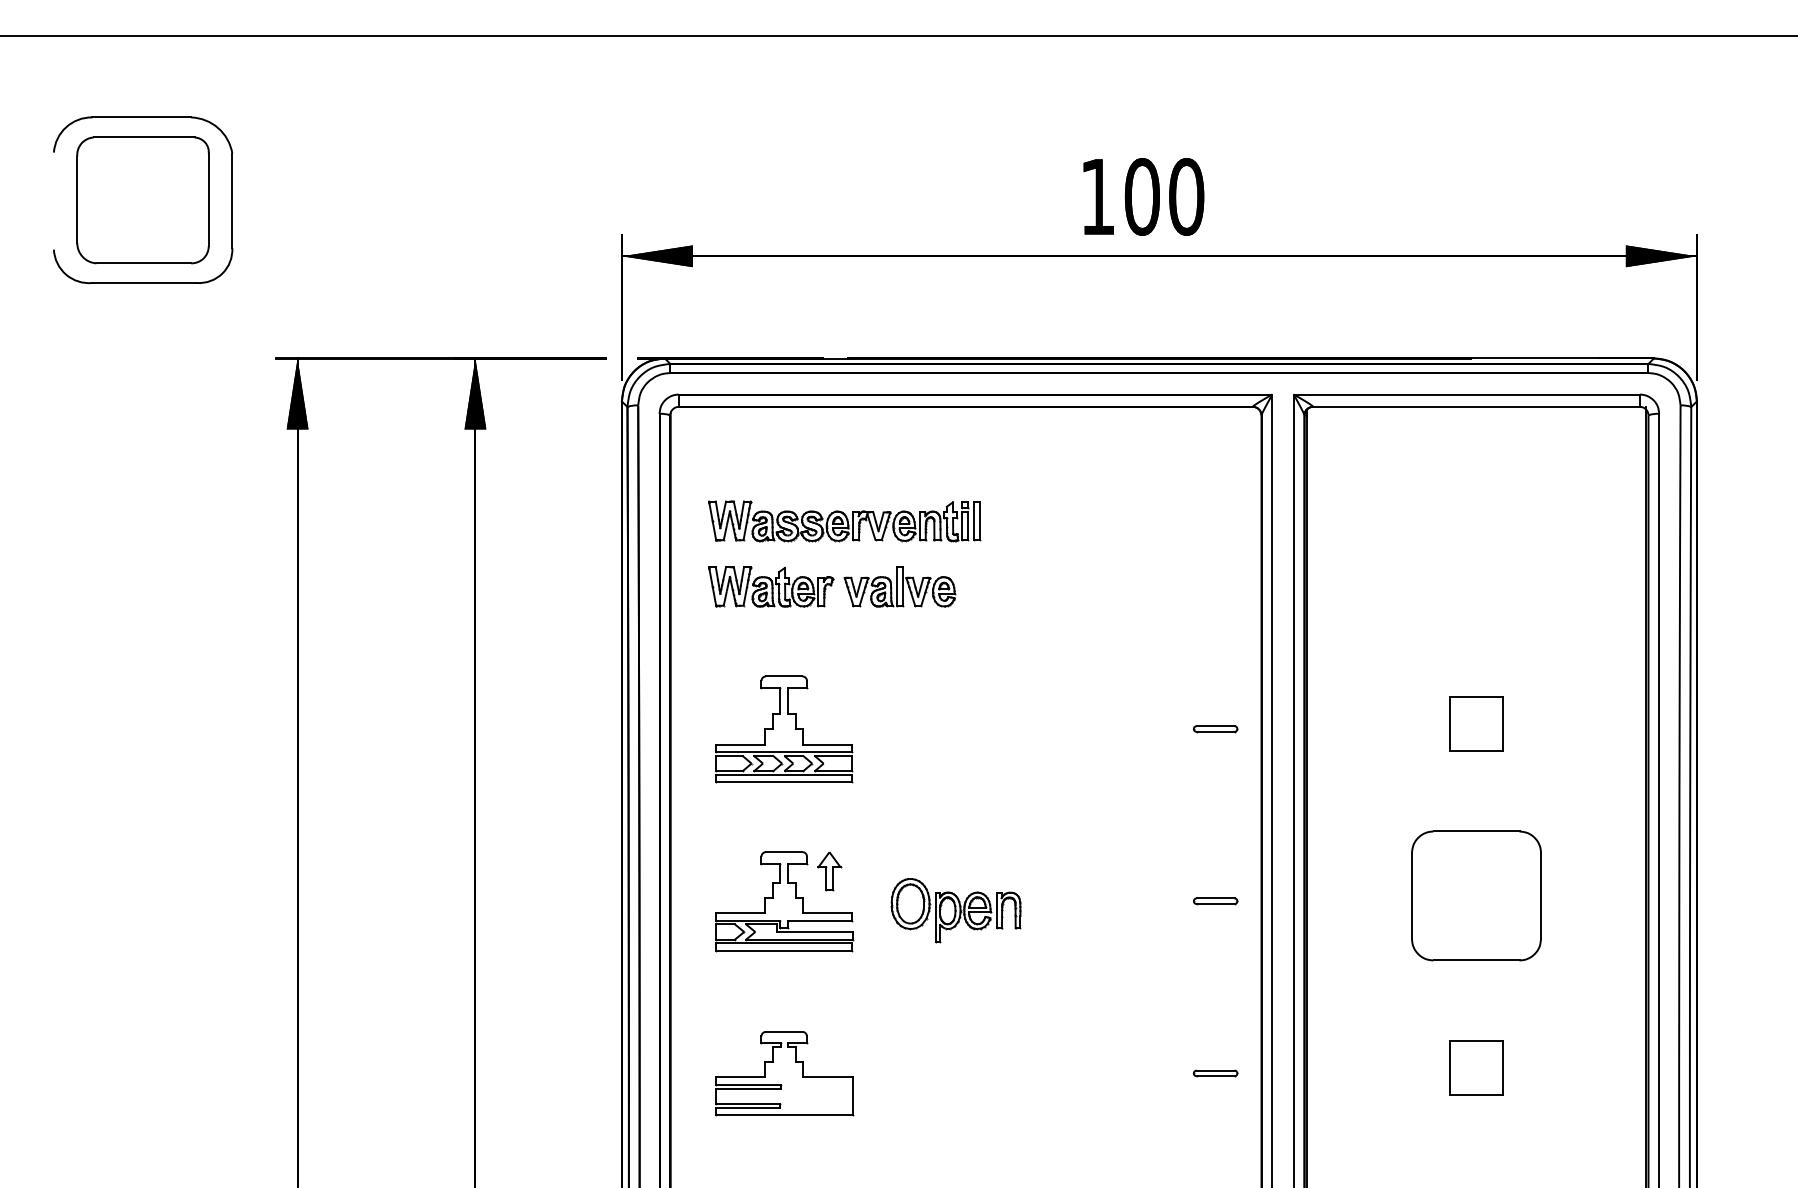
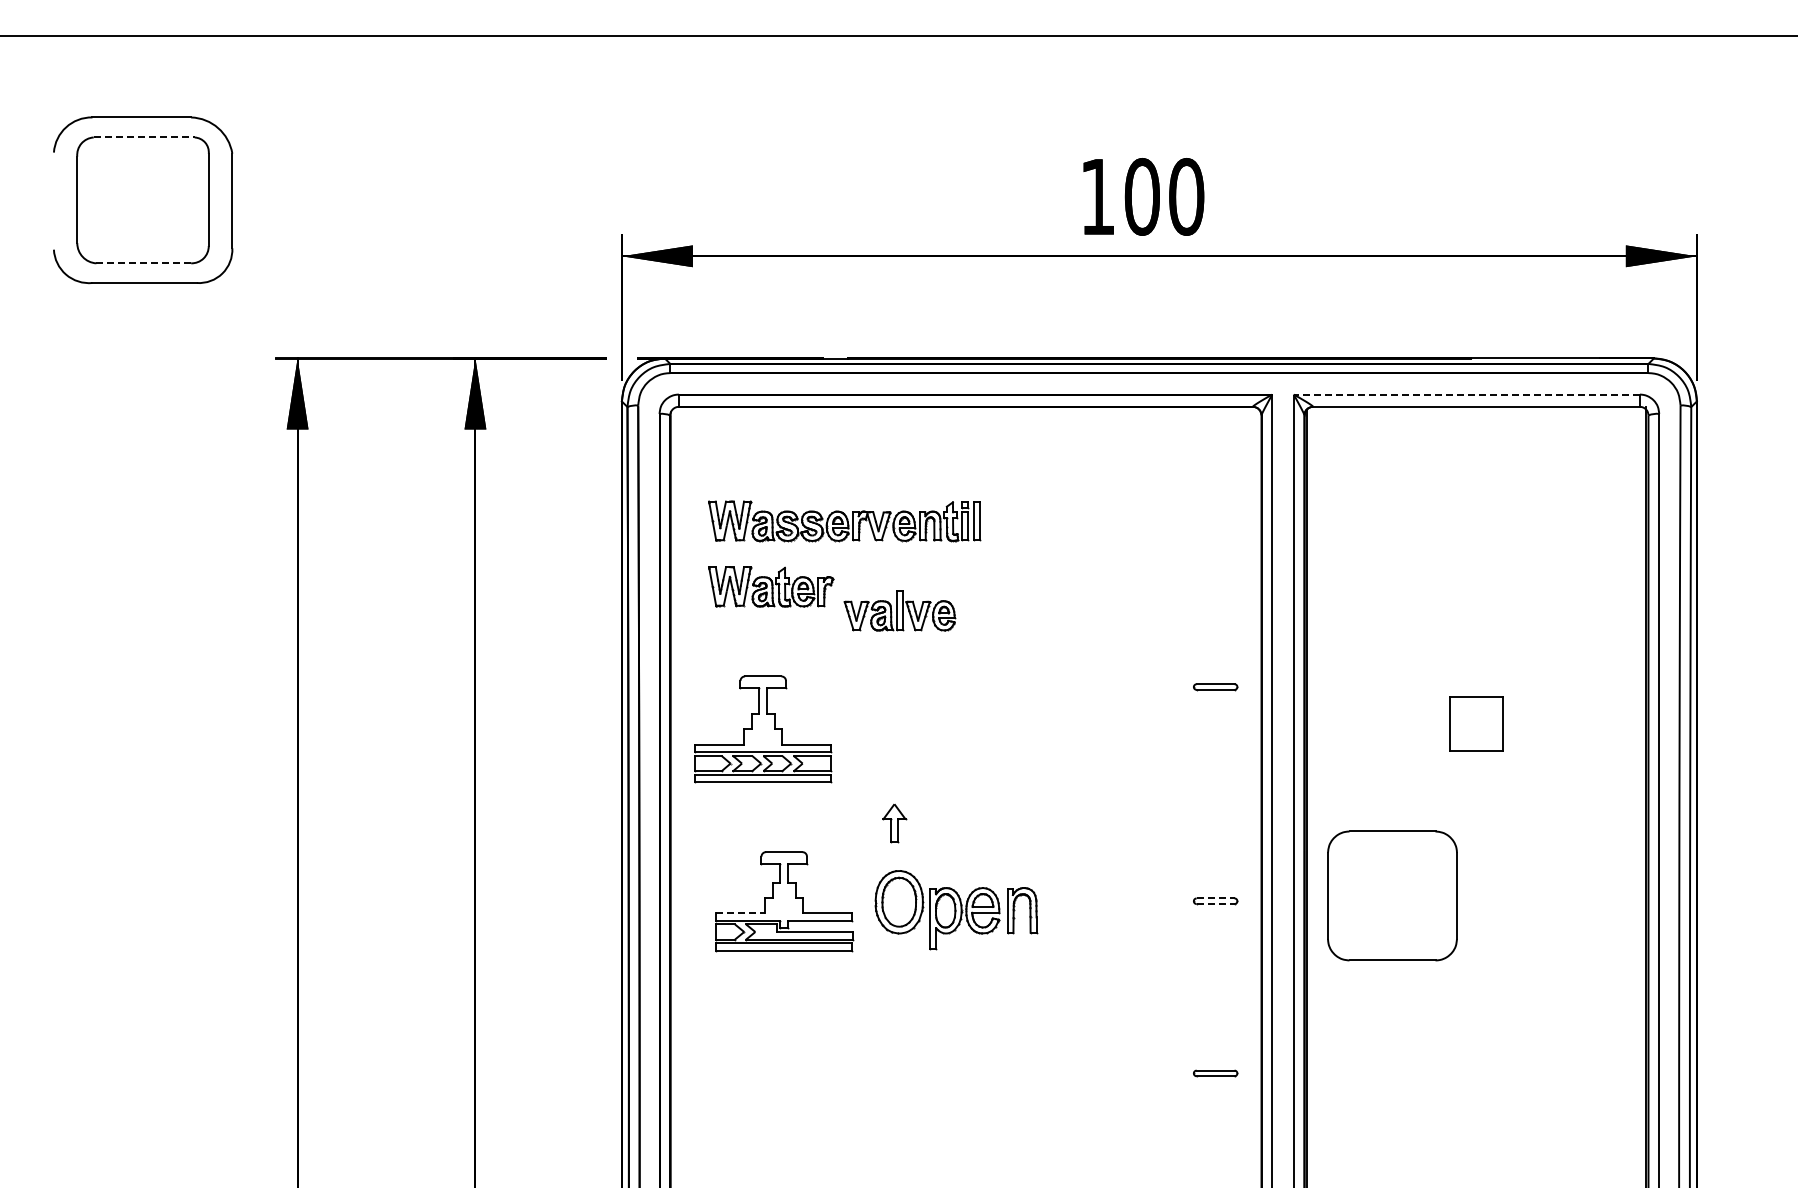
line at (144, 137): solid -> dashed
line at (144, 263): solid -> dashed
line at (1466, 394): solid -> dashed
part at (899, 586) position: (899, 586) -> (899, 610)
part at (784, 729) position: (784, 729) -> (763, 729)
part at (1215, 729) position: (1215, 729) -> (1215, 687)
part at (829, 871) position: (829, 871) -> (894, 823)
part at (1476, 895) position: (1476, 895) -> (1392, 895)
line at (1215, 898): solid -> dashed
line at (1215, 904): solid -> dashed
part at (955, 910) size: 132x66 px -> 165x81 px
line at (740, 913): solid -> dashed
part at (1476, 1067): present -> none
part at (784, 1073): present -> none
